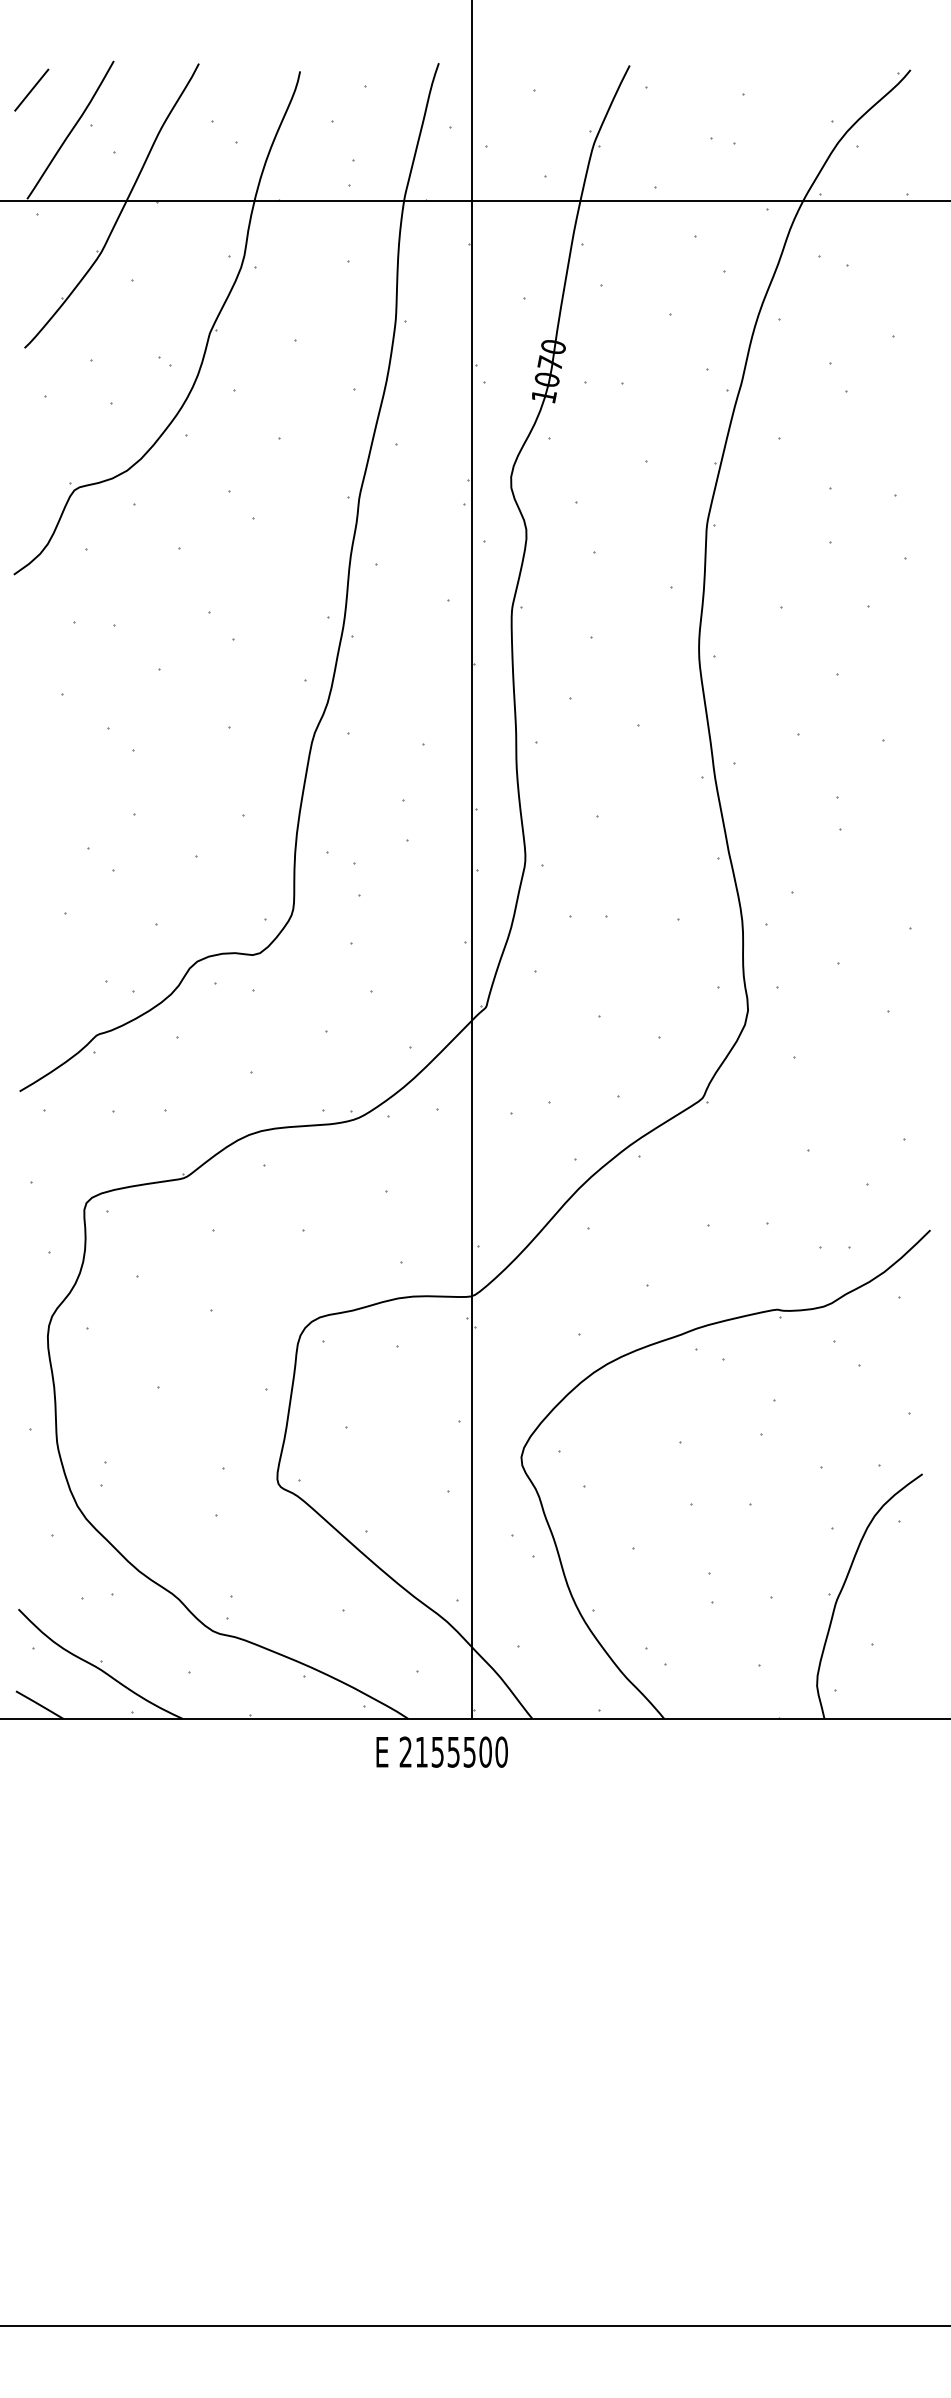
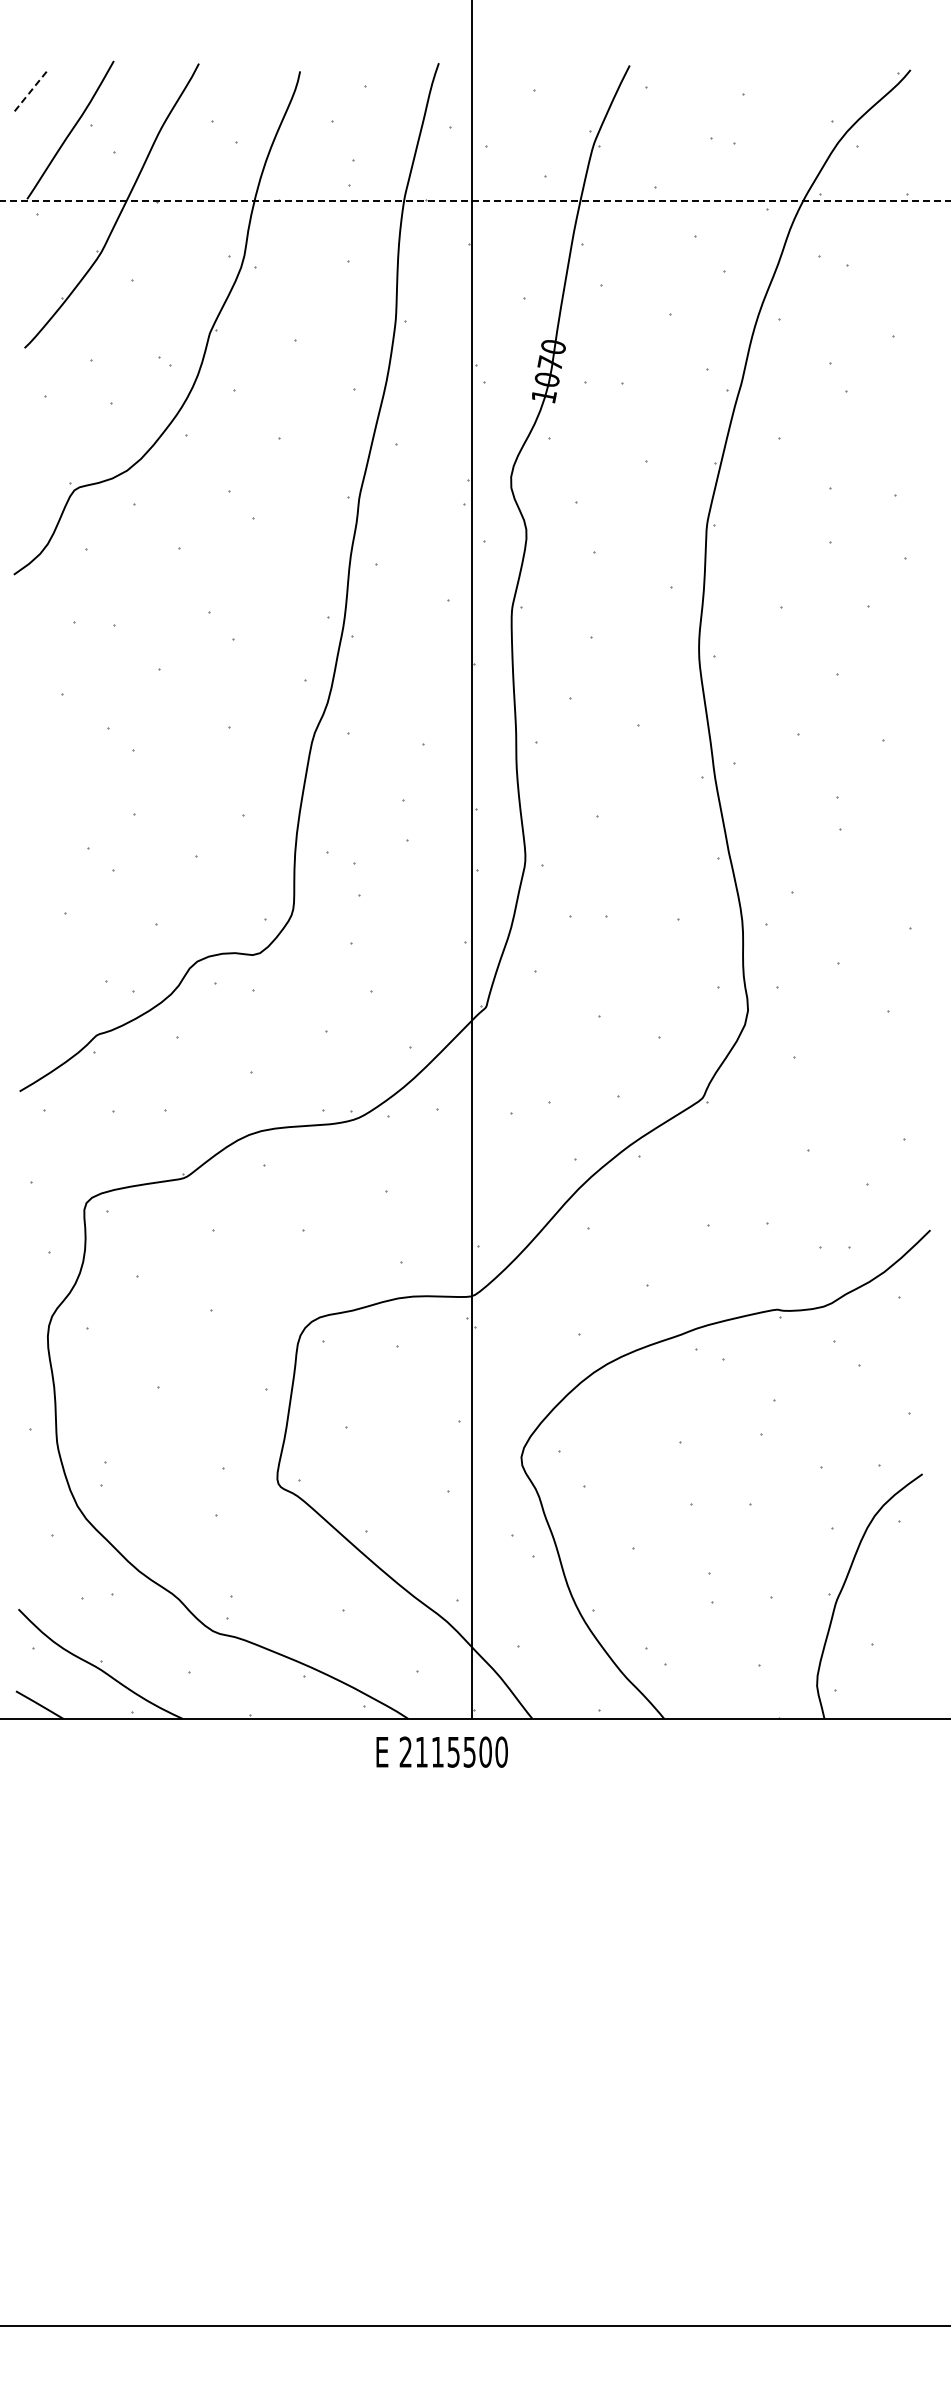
line at (31, 89): solid -> dashed
line at (476, 200): solid -> dashed
text at (437, 1752): 2155500 -> 2115500
